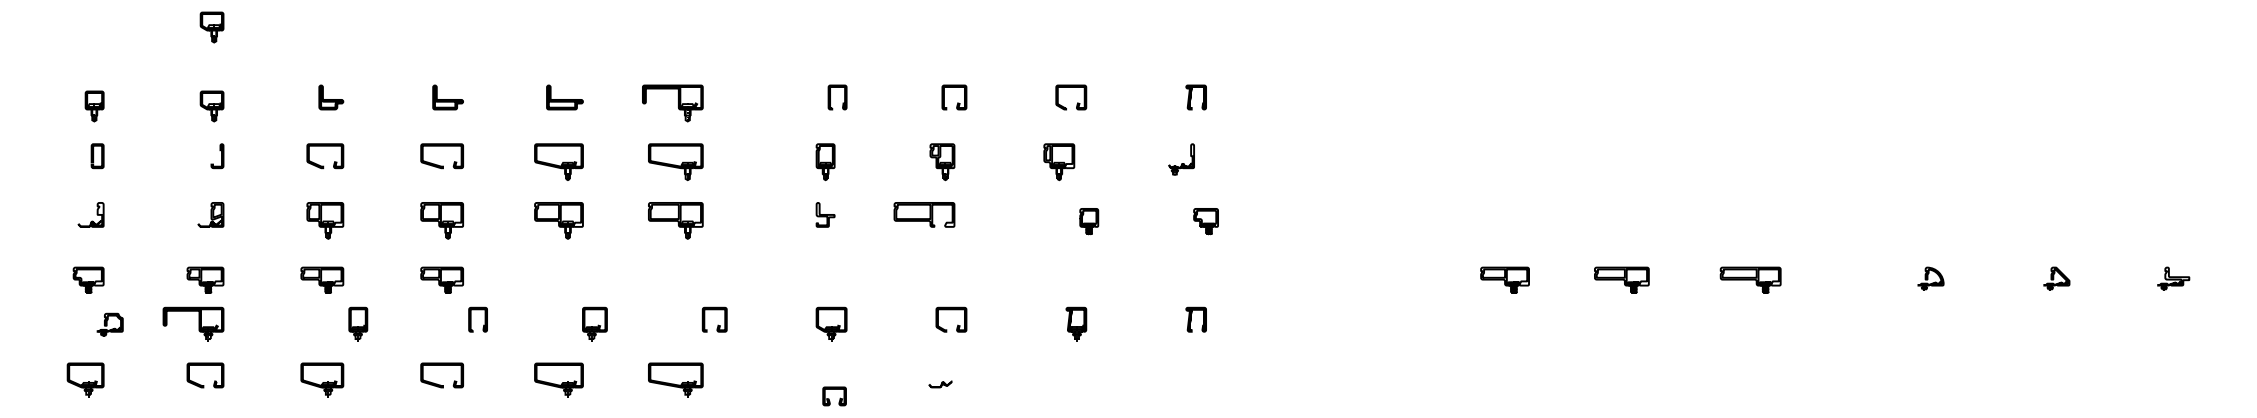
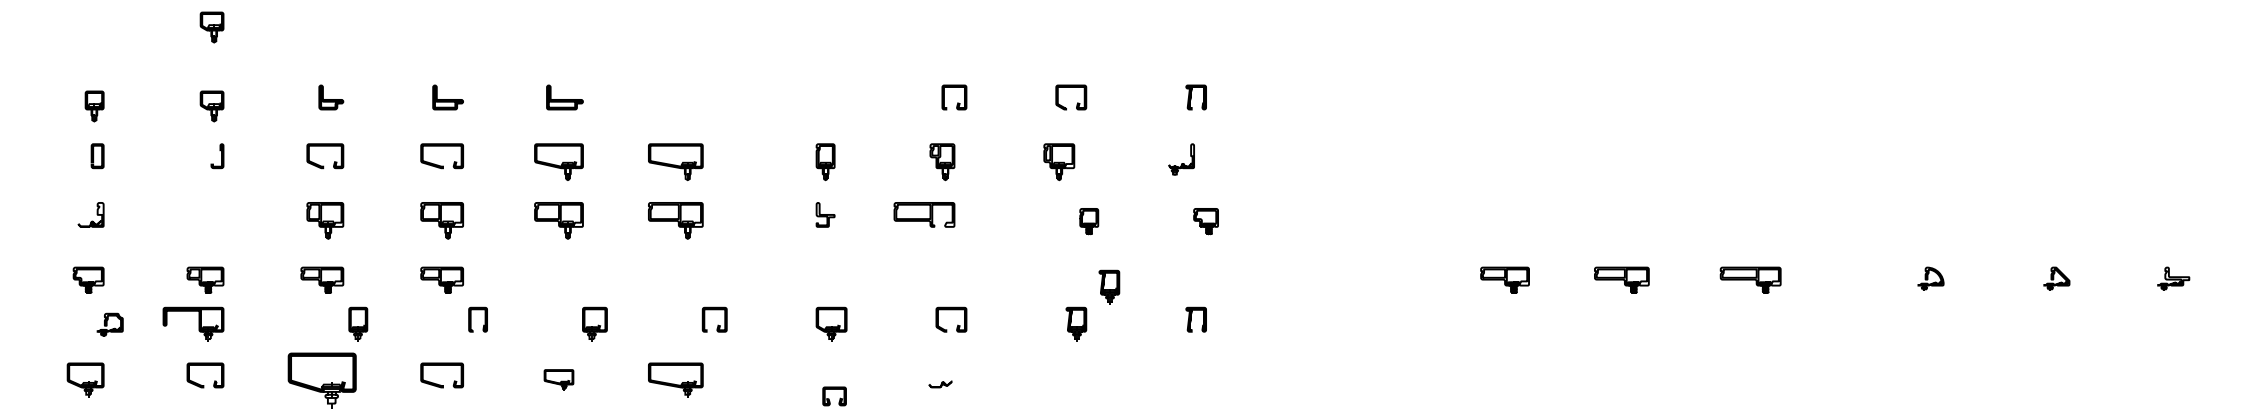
part at (830, 97): present -> none
part at (672, 103): present -> none
part at (210, 214): present -> none
part at (1109, 286): none -> present
part at (322, 379) size: 45x36 px -> 70x57 px
part at (558, 379) size: 50x36 px -> 32x22 px
